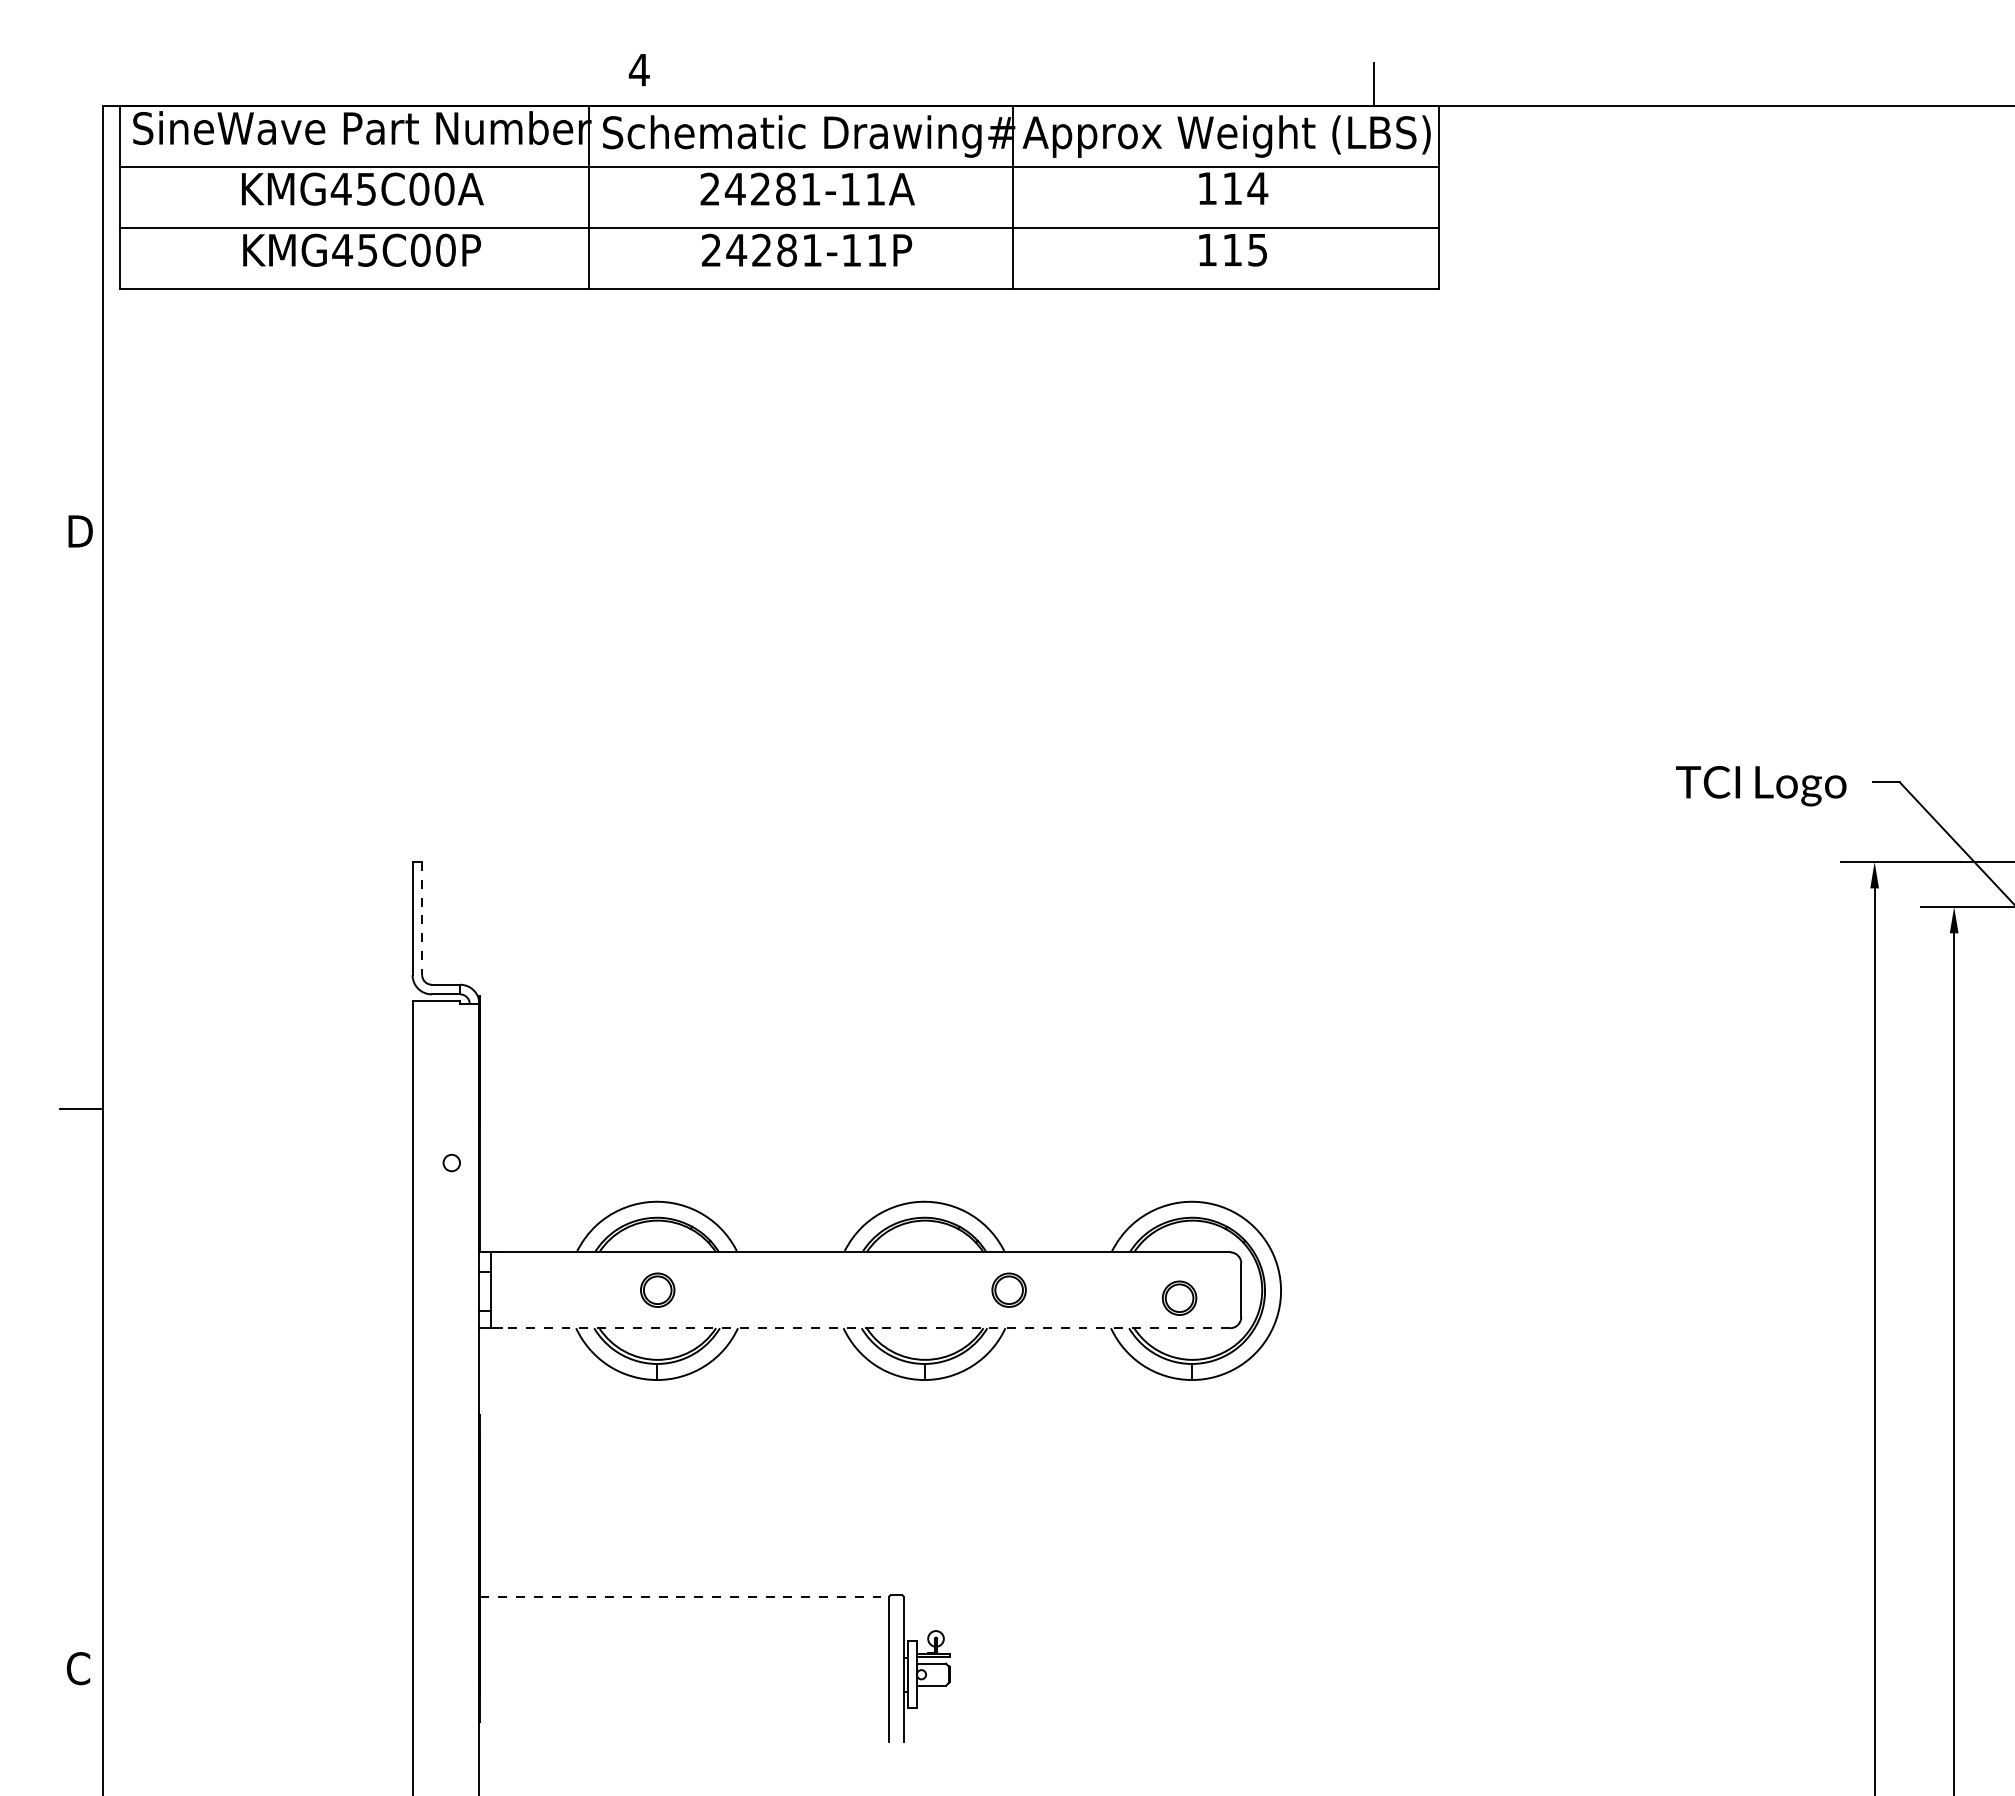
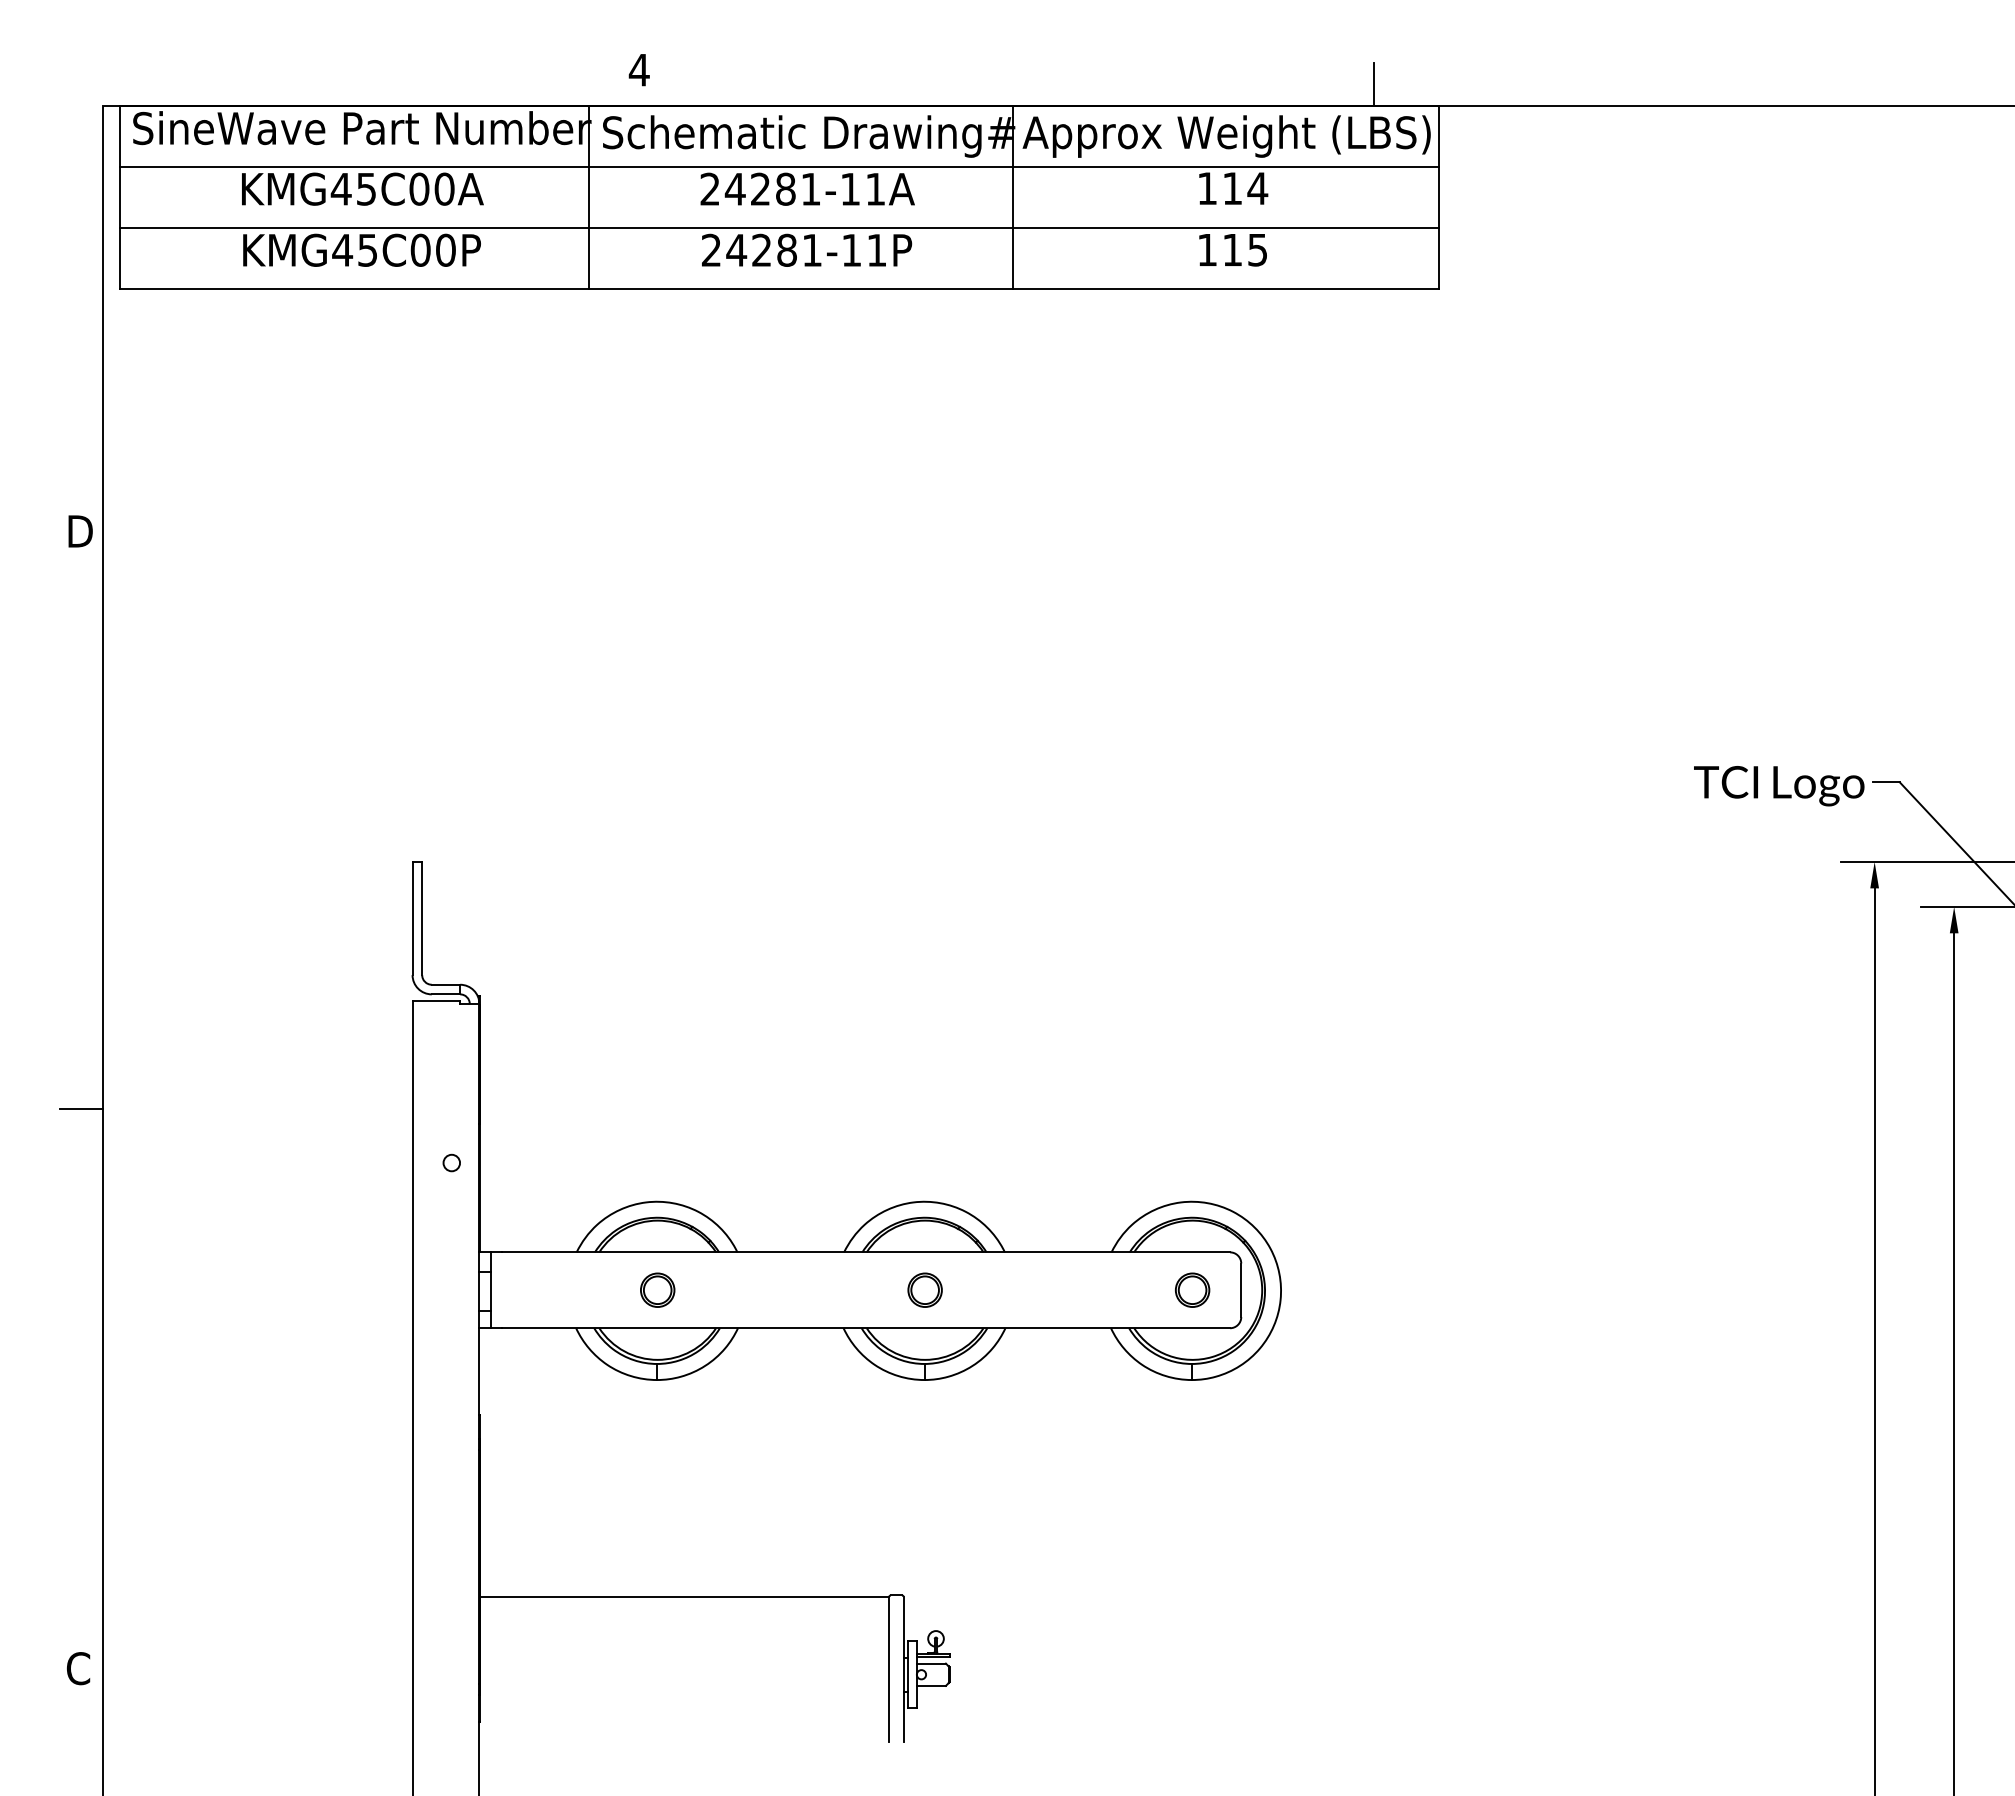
text at (1761, 786) position: (1761, 786) -> (1779, 786)
line at (422, 918): dashed -> solid
part at (1008, 1289) position: (1008, 1289) -> (924, 1289)
part at (1179, 1297) position: (1179, 1297) -> (1192, 1289)
line at (865, 1328): dashed -> solid
line at (685, 1596): dashed -> solid
